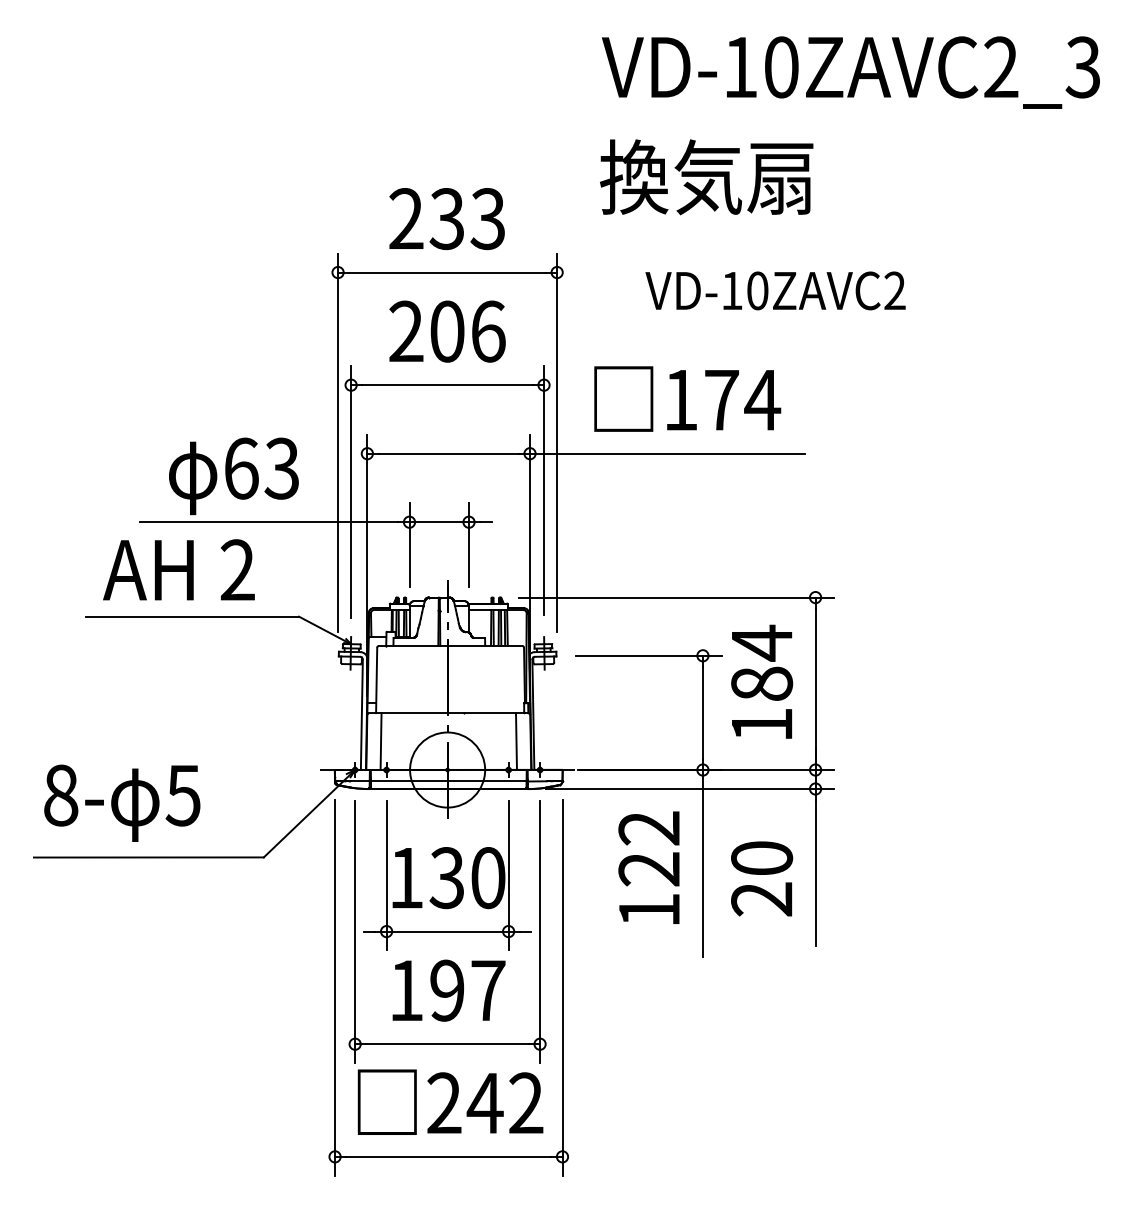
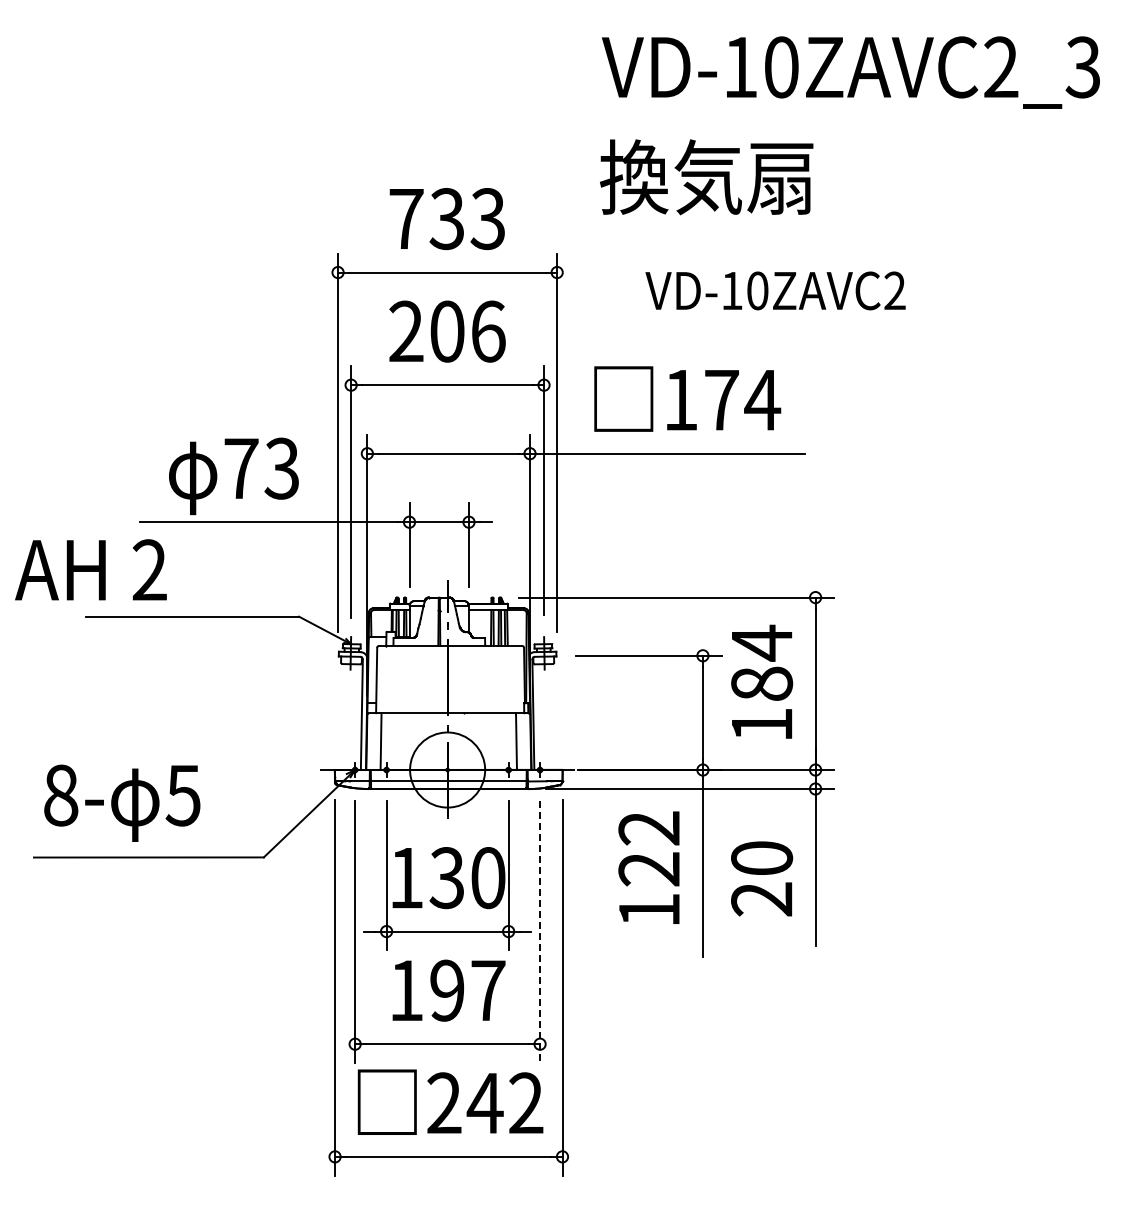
text at (406, 218): 233 -> 733
text at (241, 468): 63 -> 73
text at (178, 569) position: (178, 569) -> (90, 569)
line at (540, 932): solid -> dashed
